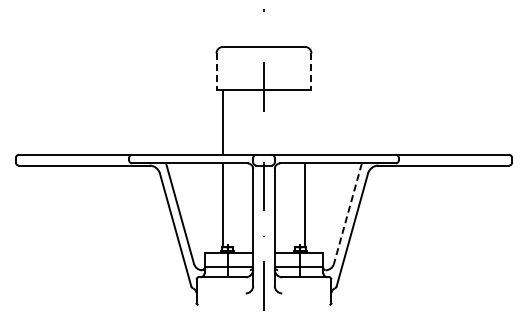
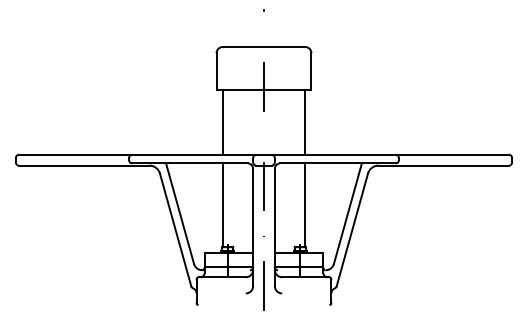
line at (216, 72): dashed -> solid
line at (311, 72): dashed -> solid
line at (305, 122): none -> present
line at (347, 214): dashed -> solid
